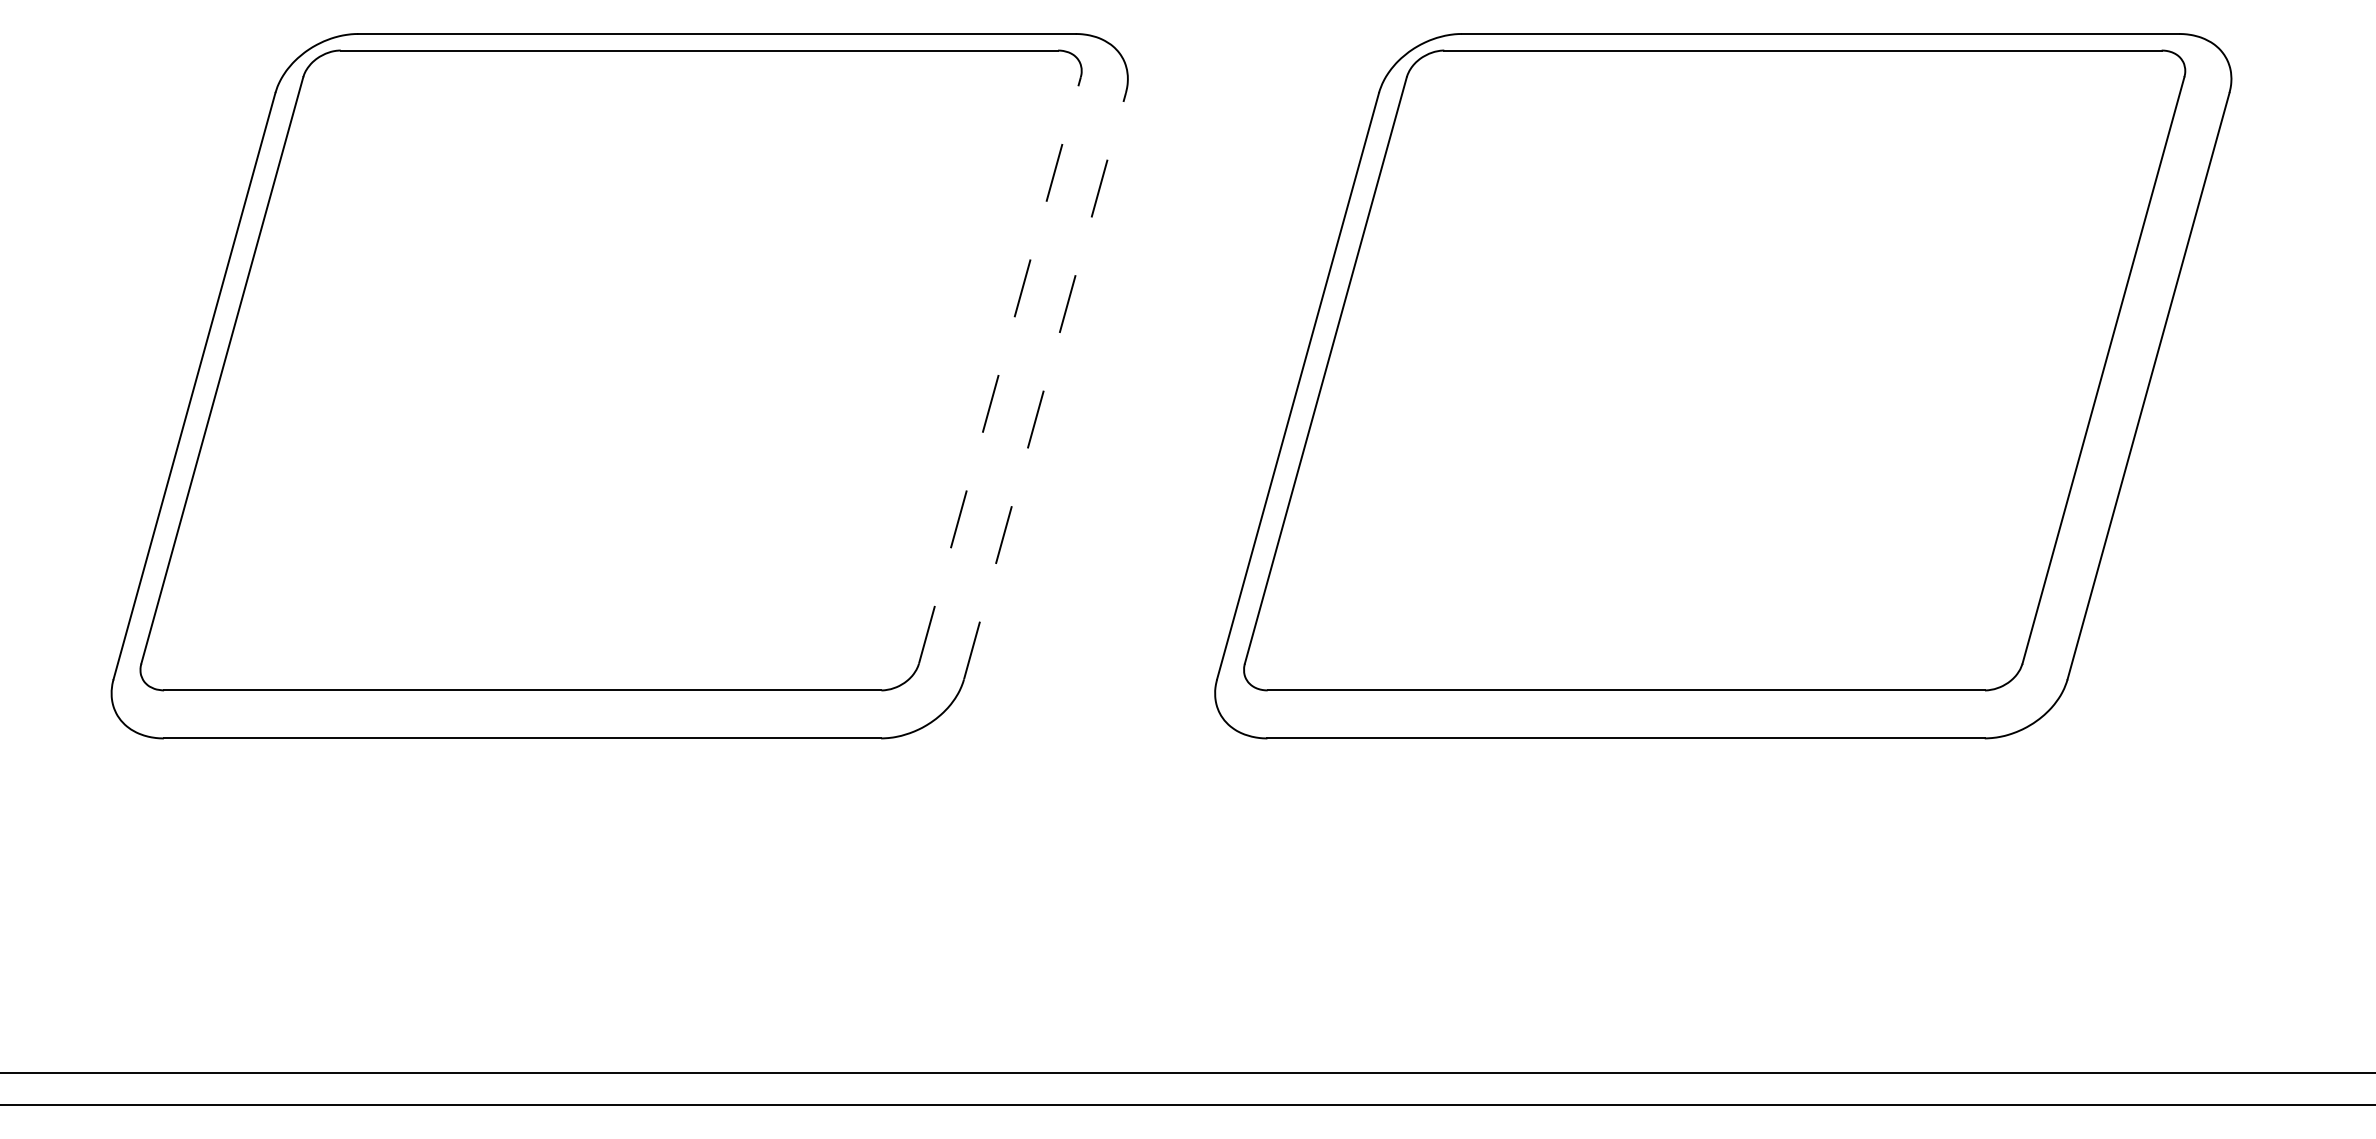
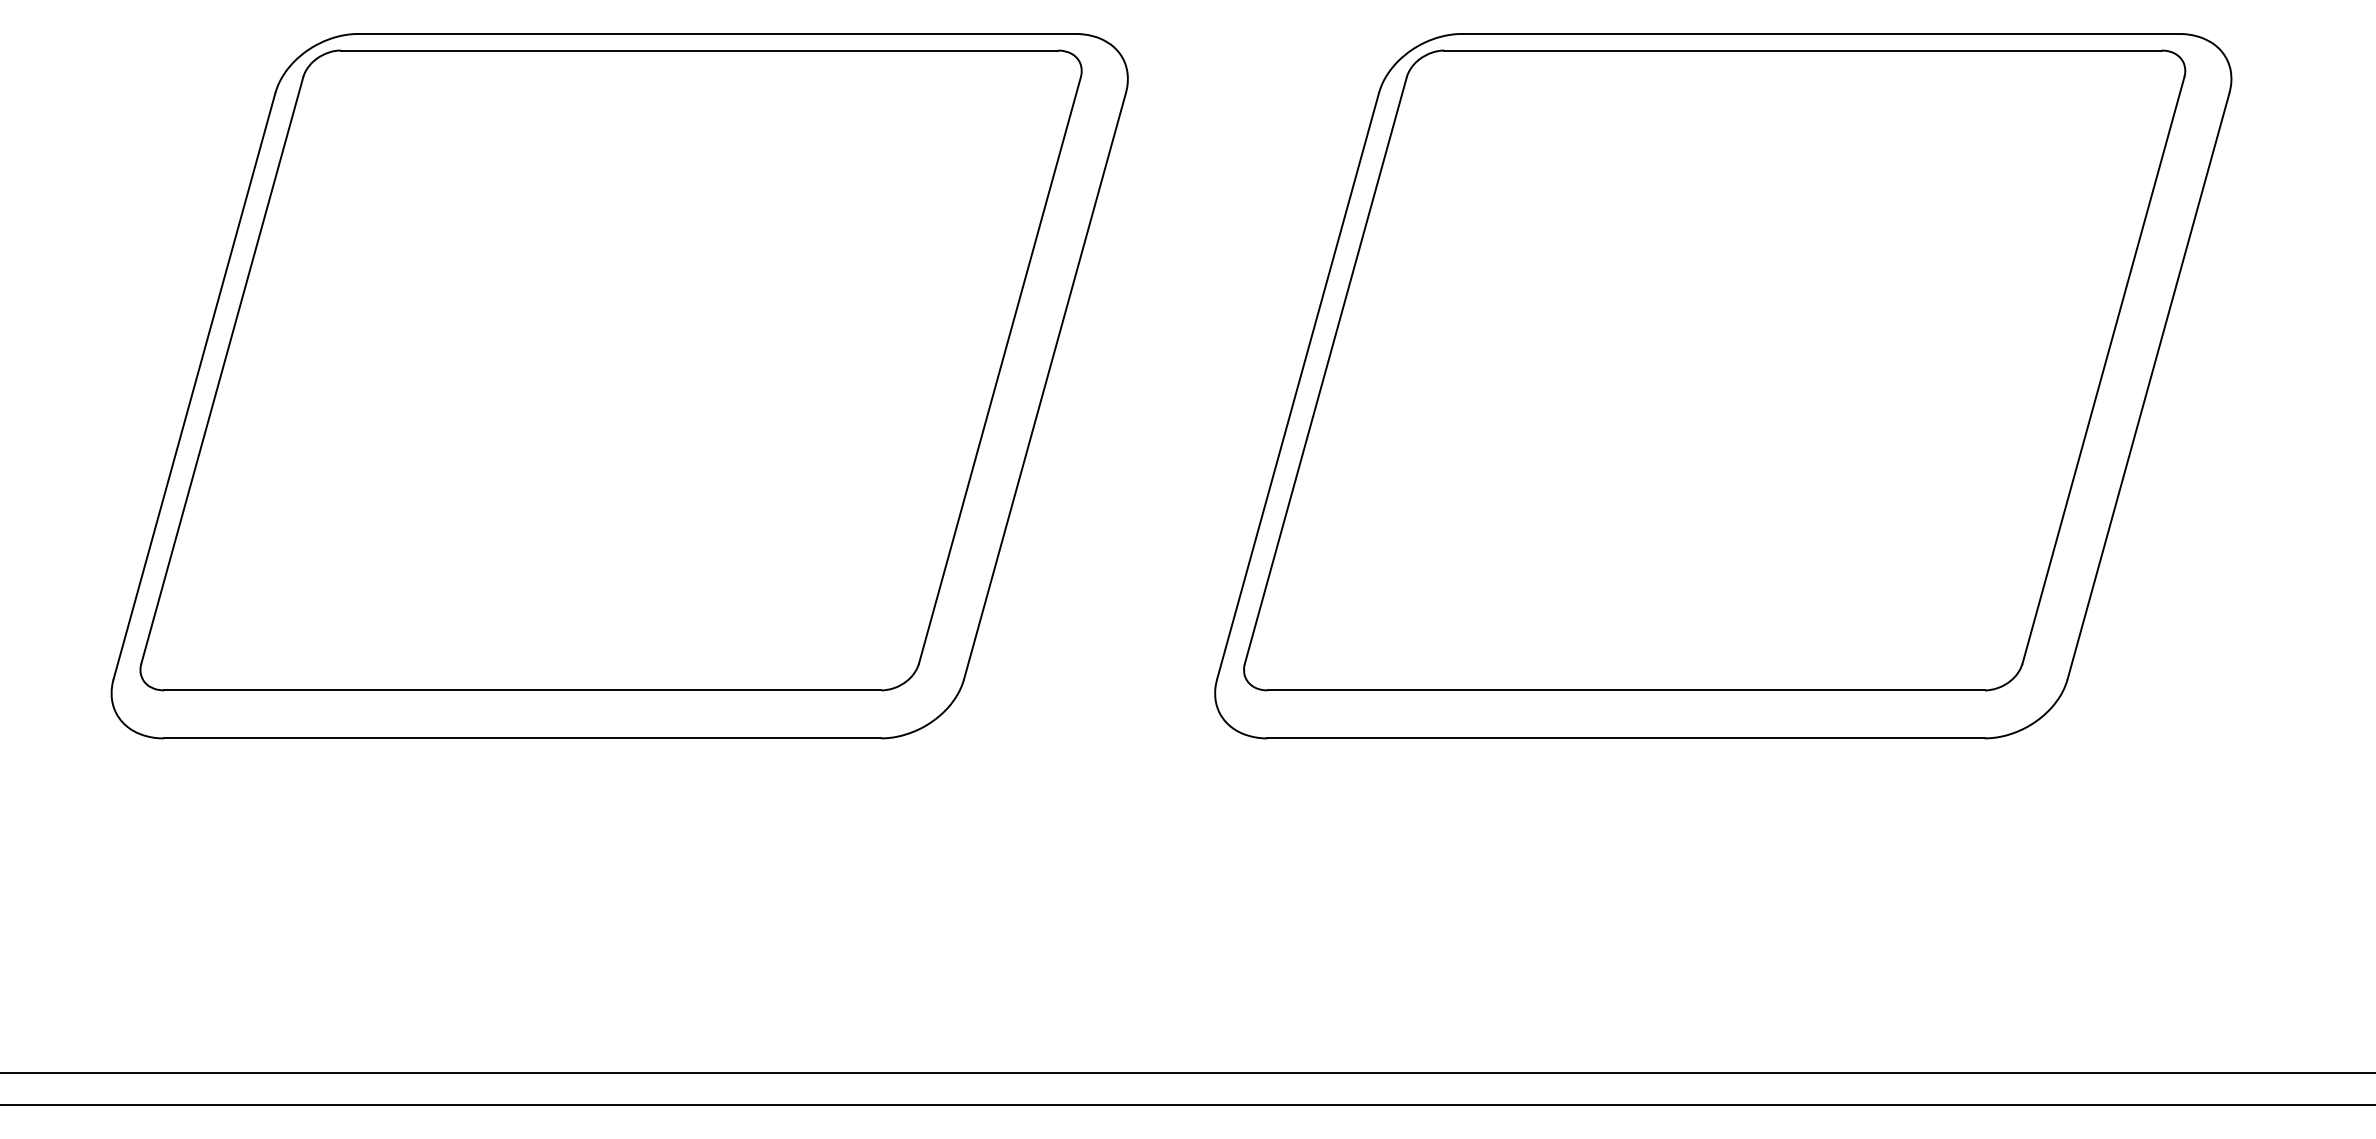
line at (1000, 370): dashed -> solid
line at (1045, 385): dashed -> solid
